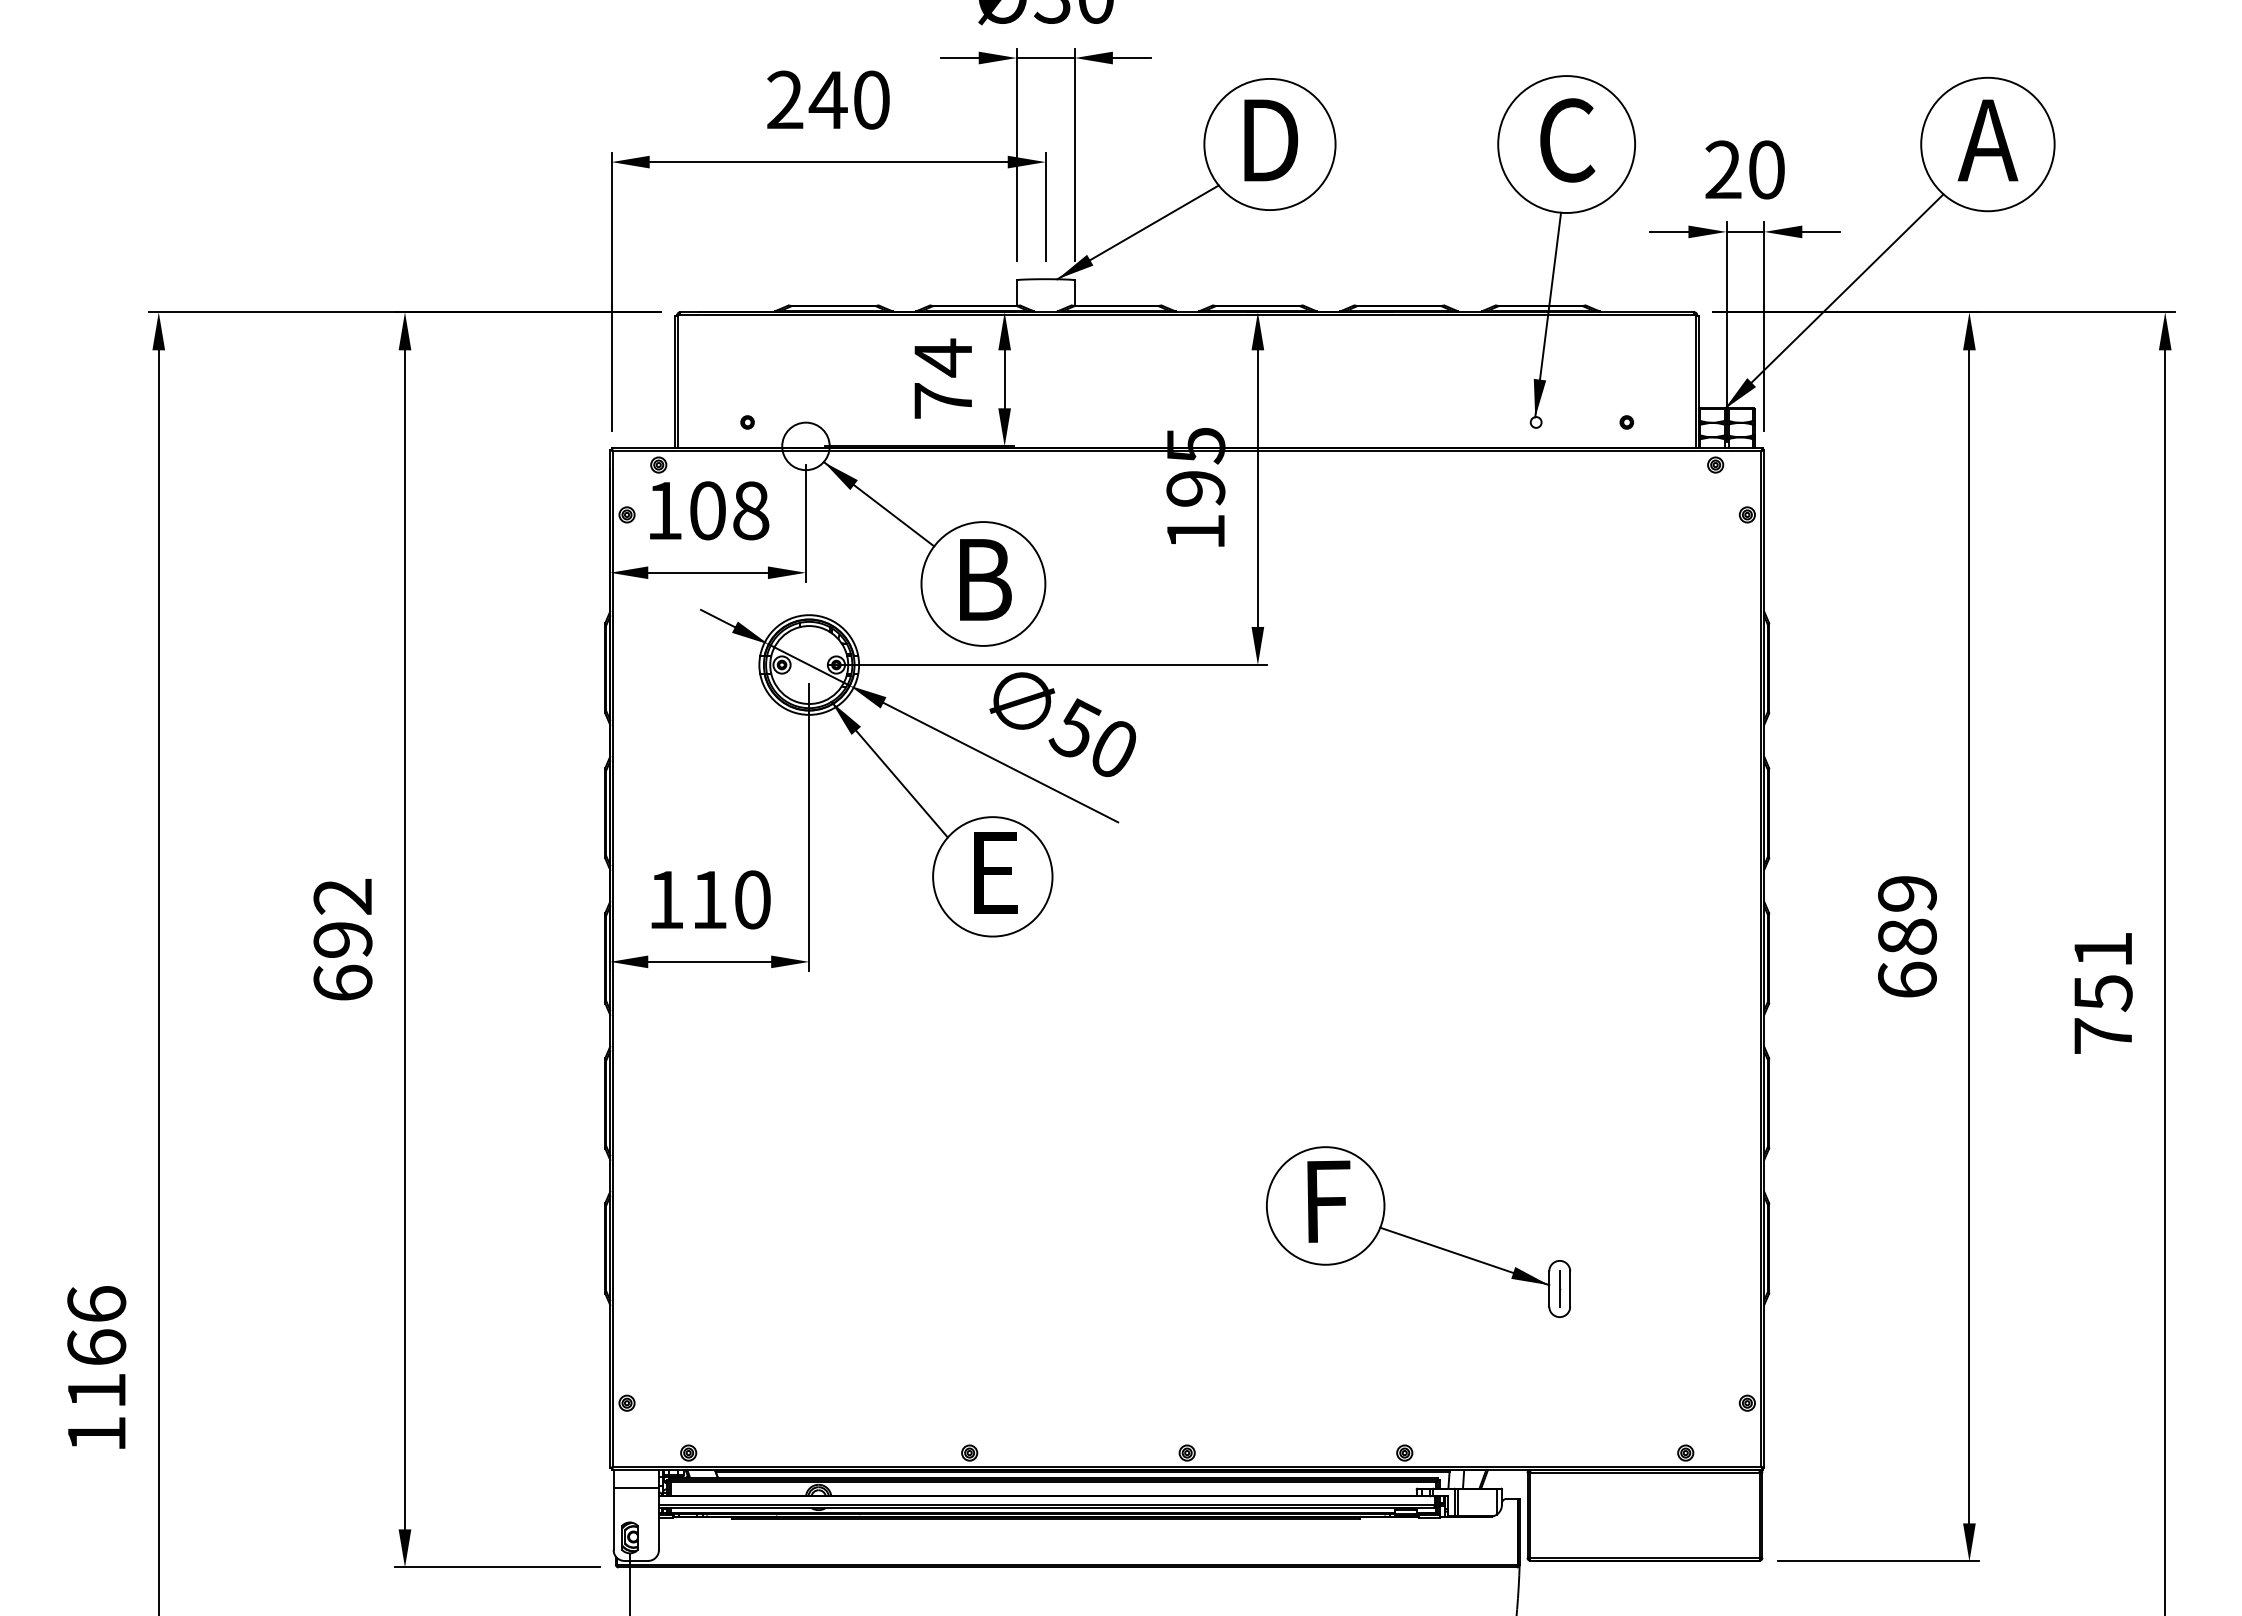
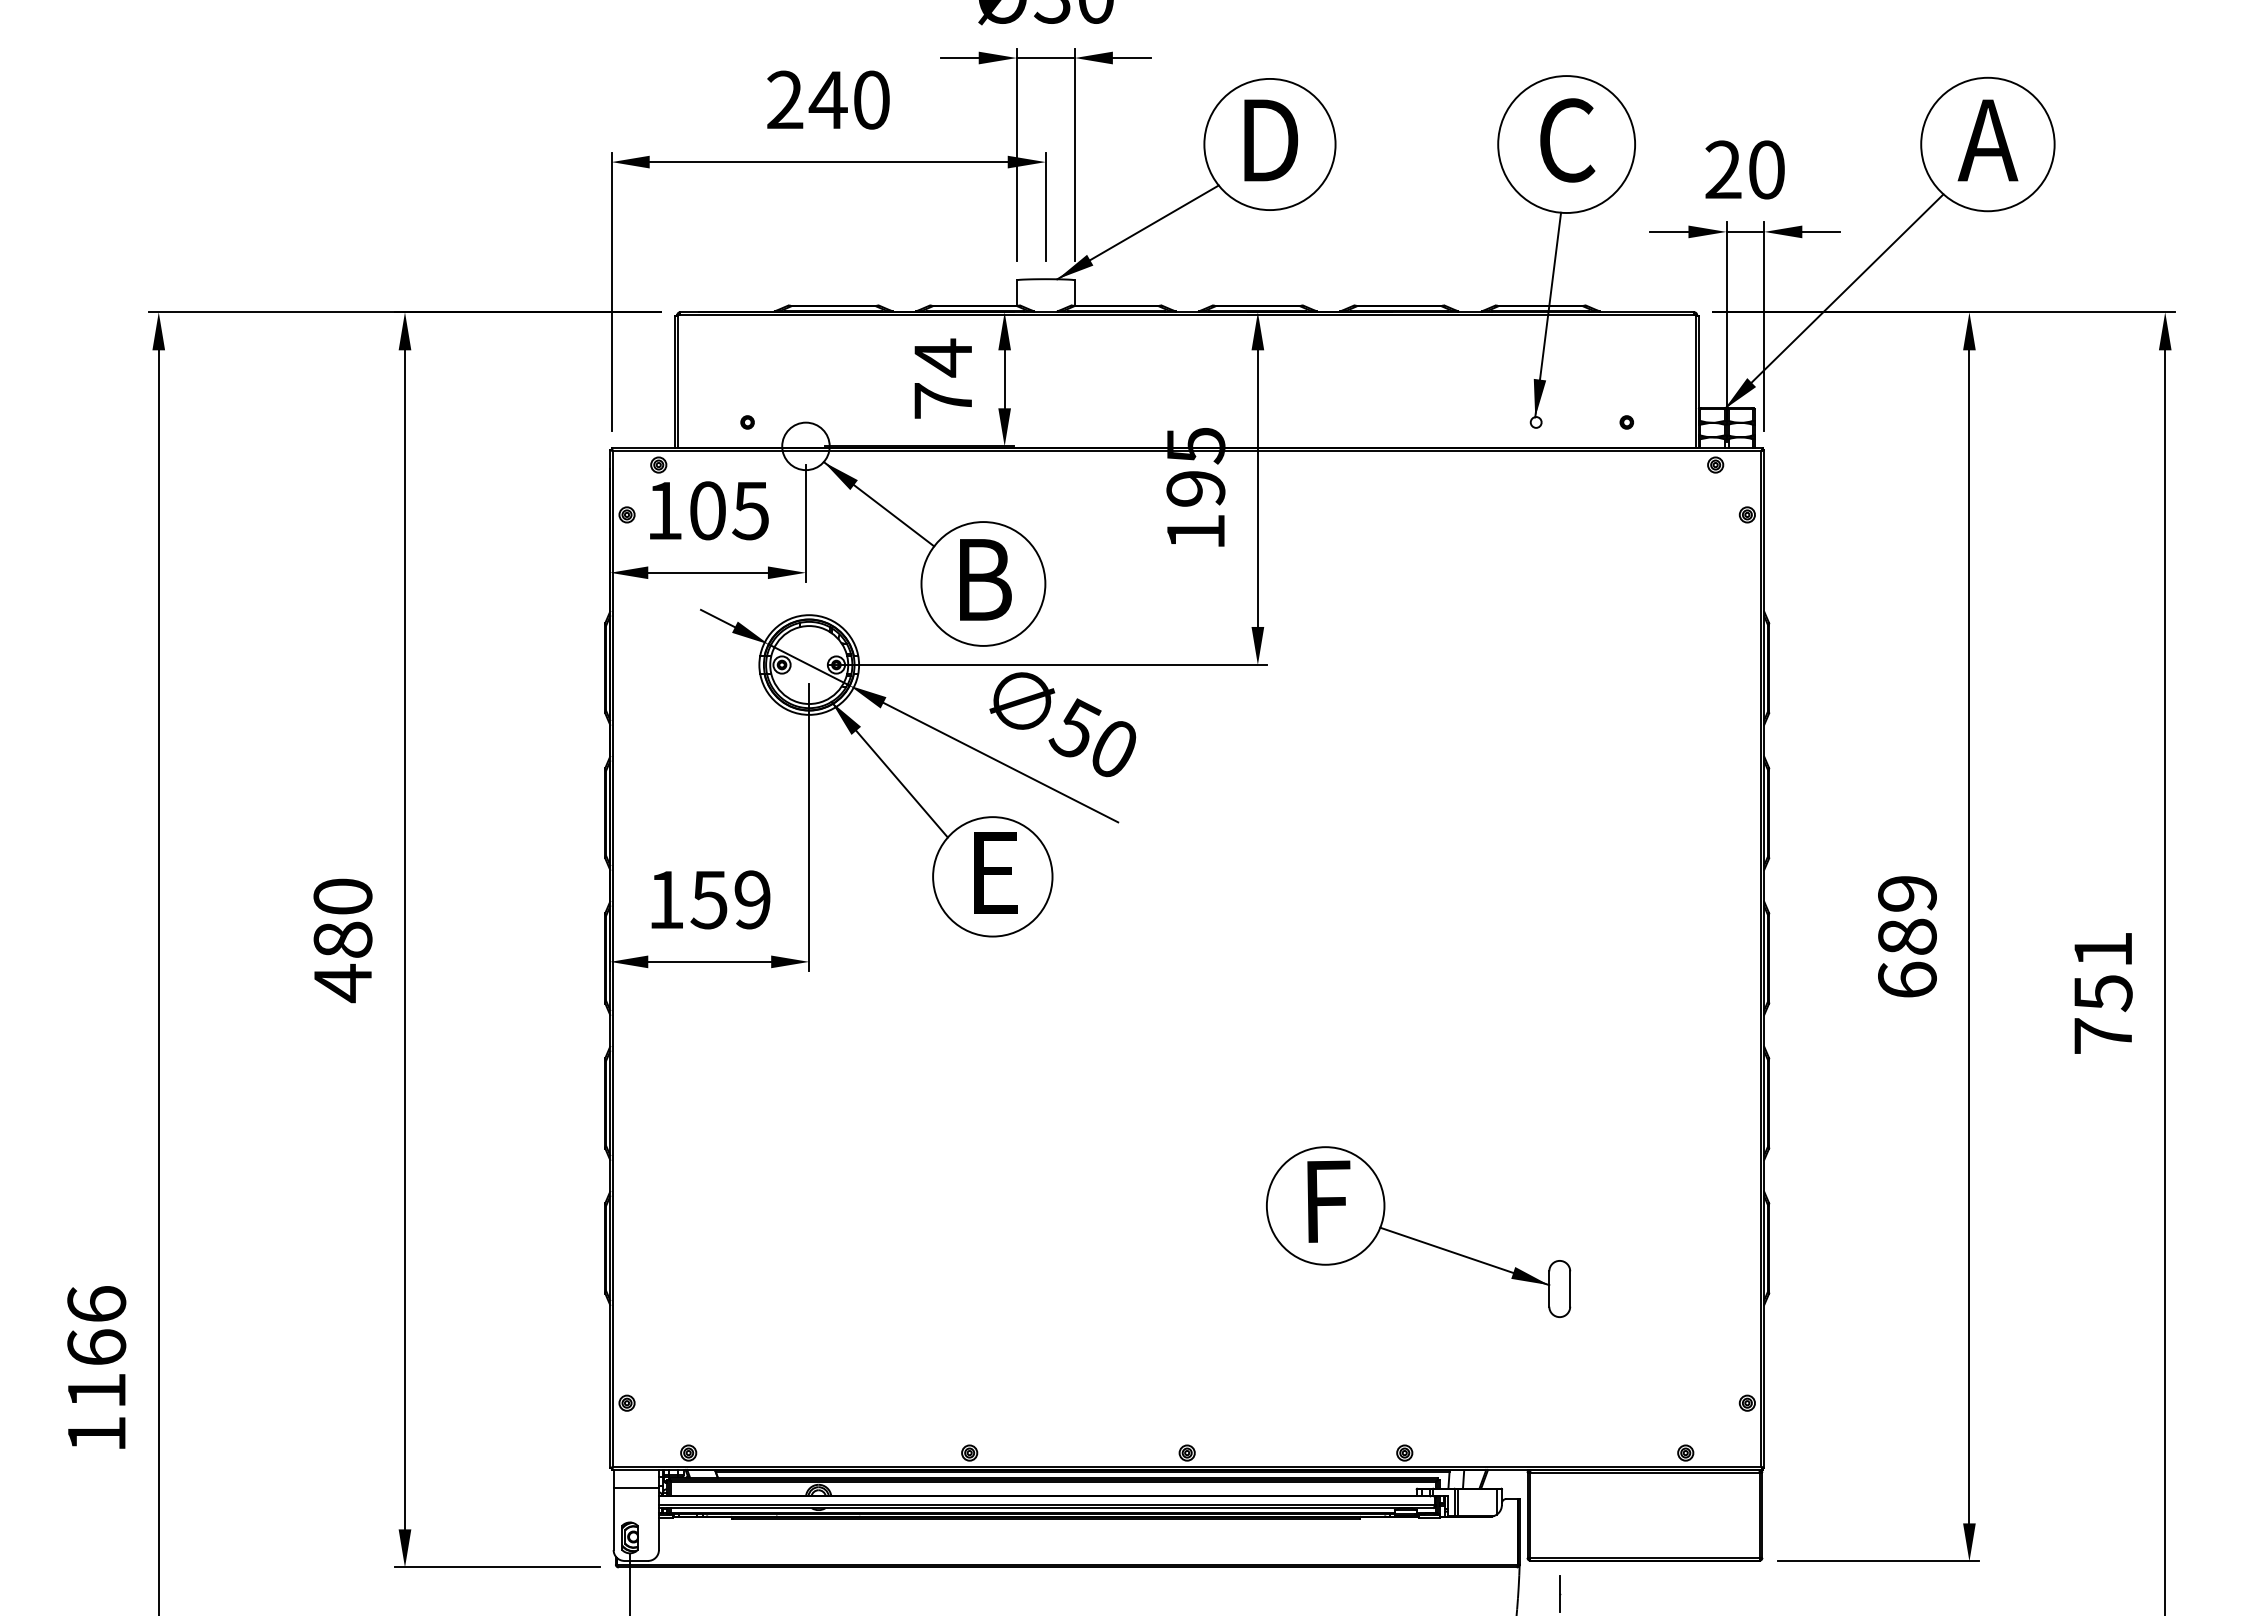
text at (750, 510): 108 -> 105
text at (730, 899): 110 -> 159
text at (342, 940): 692 -> 480
line at (1560, 1288) position: (1560, 1288) -> (1560, 1593)
